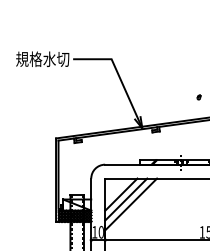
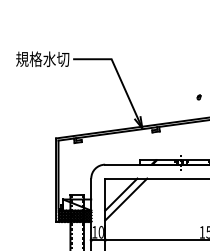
line at (131, 204): present -> none
